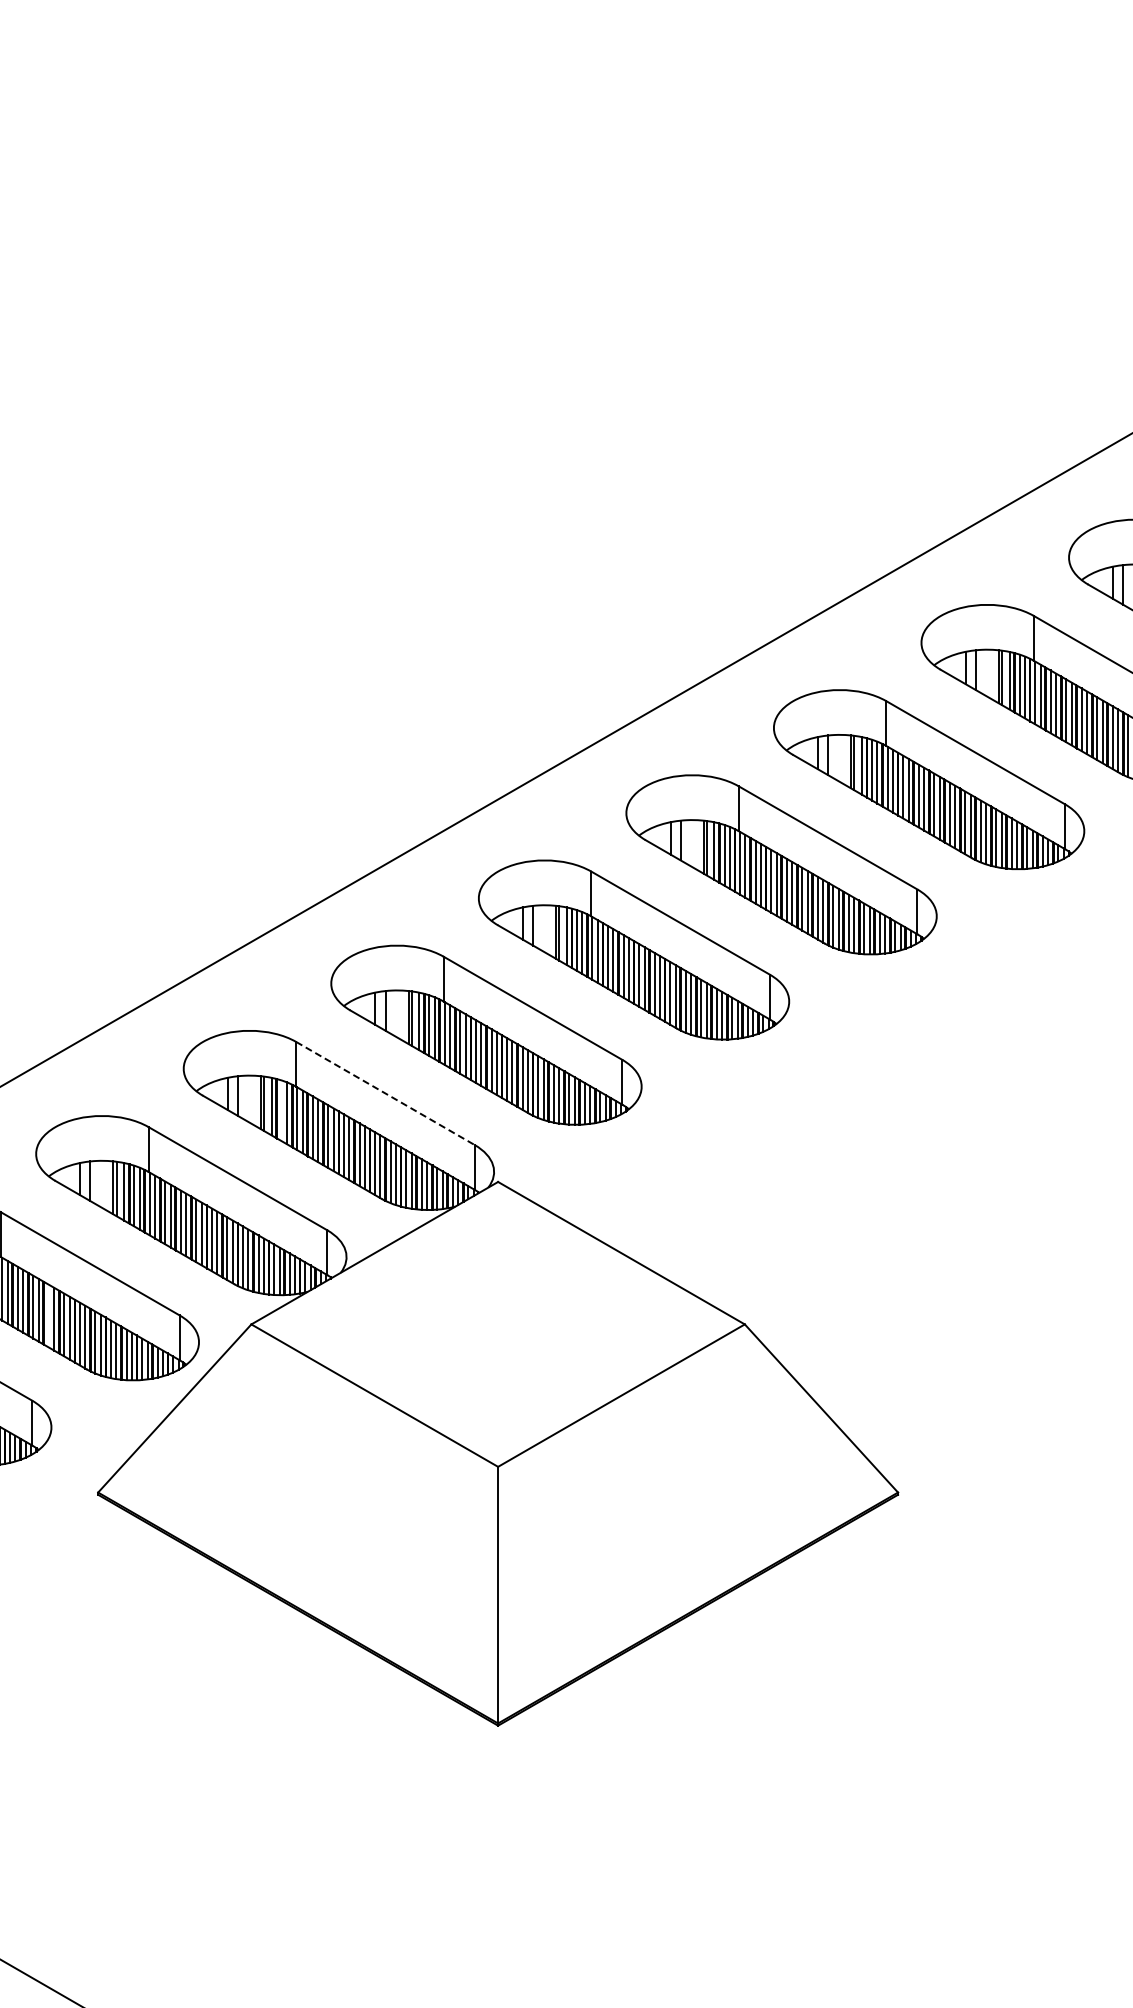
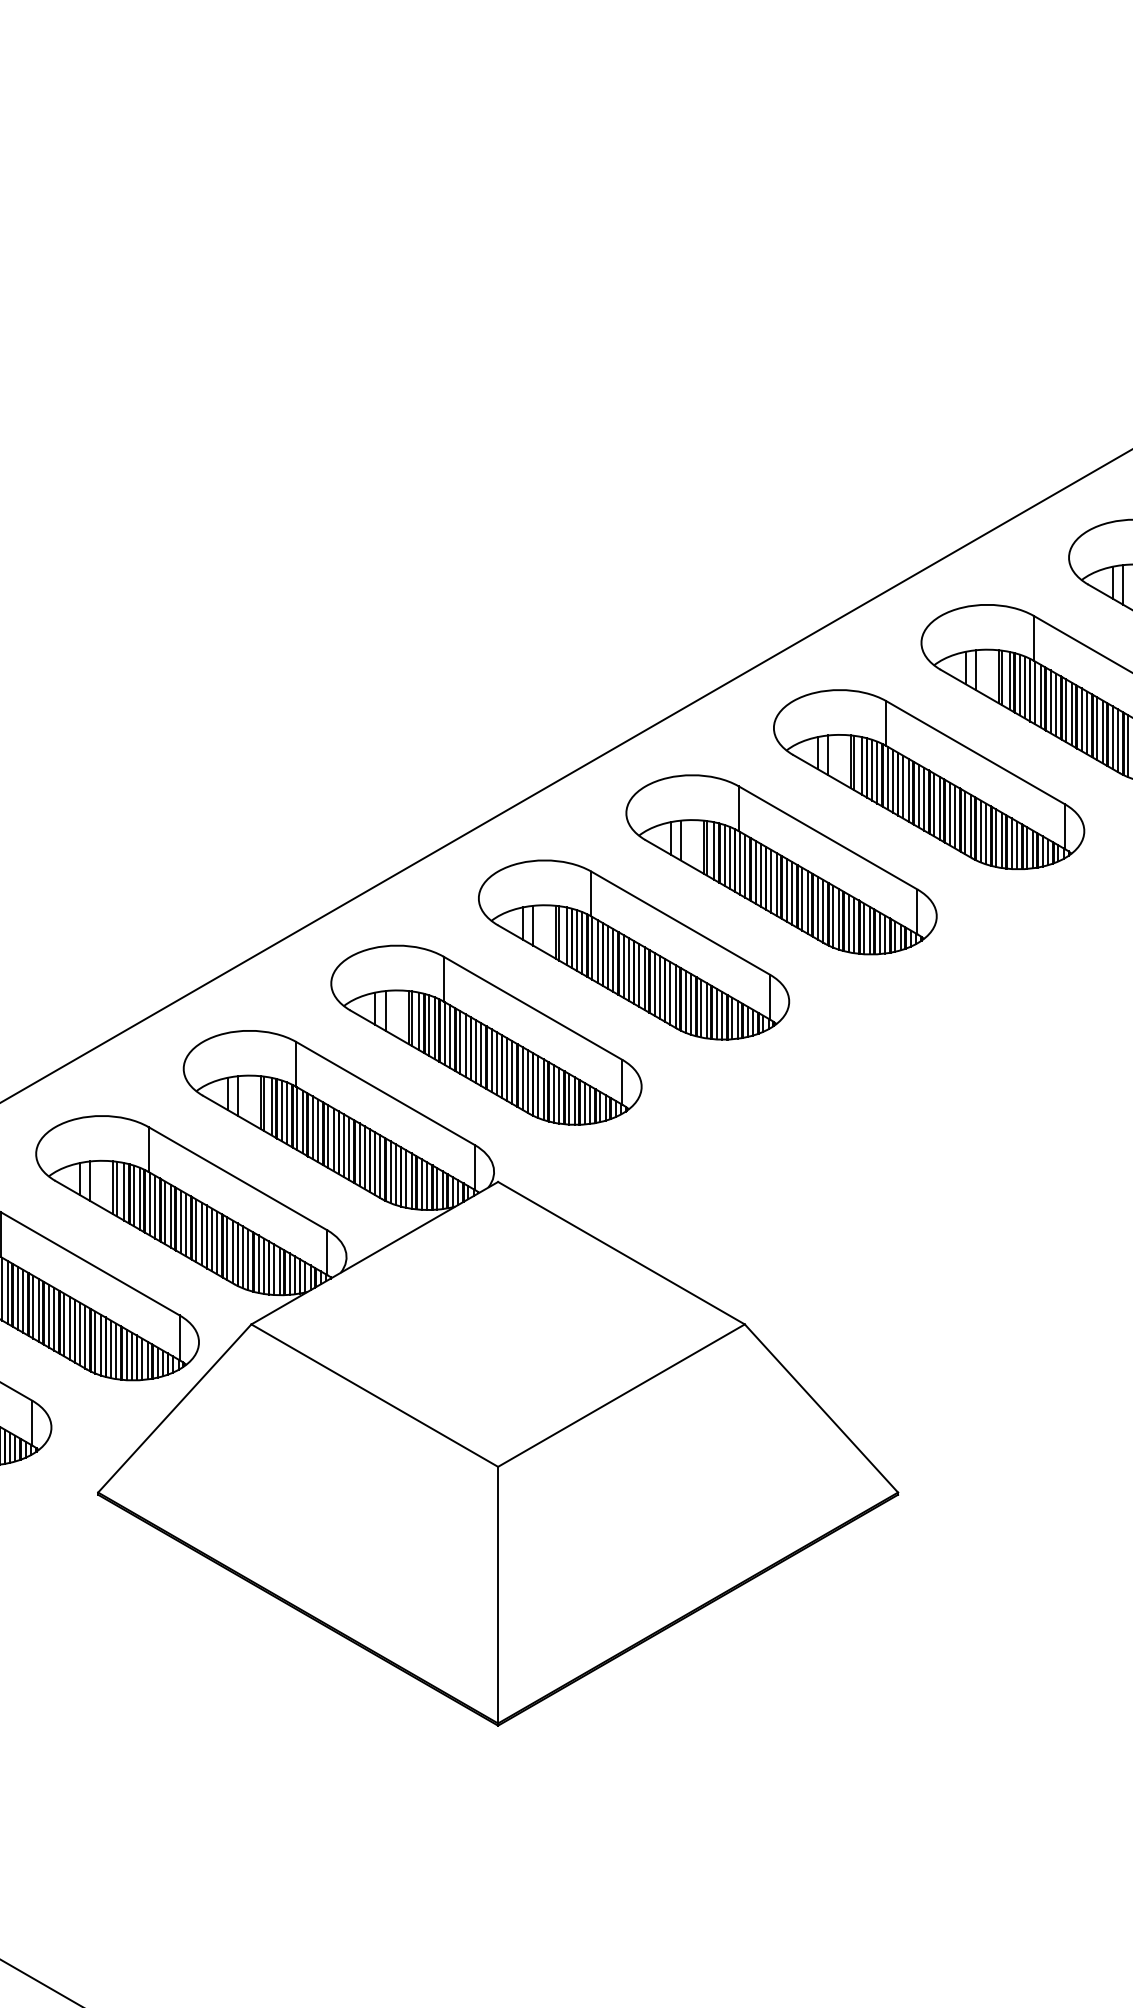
line at (565, 760) position: (565, 760) -> (565, 776)
line at (385, 1093): dashed -> solid
line at (281, 1110): none -> present
line at (48, 1315): none -> present
